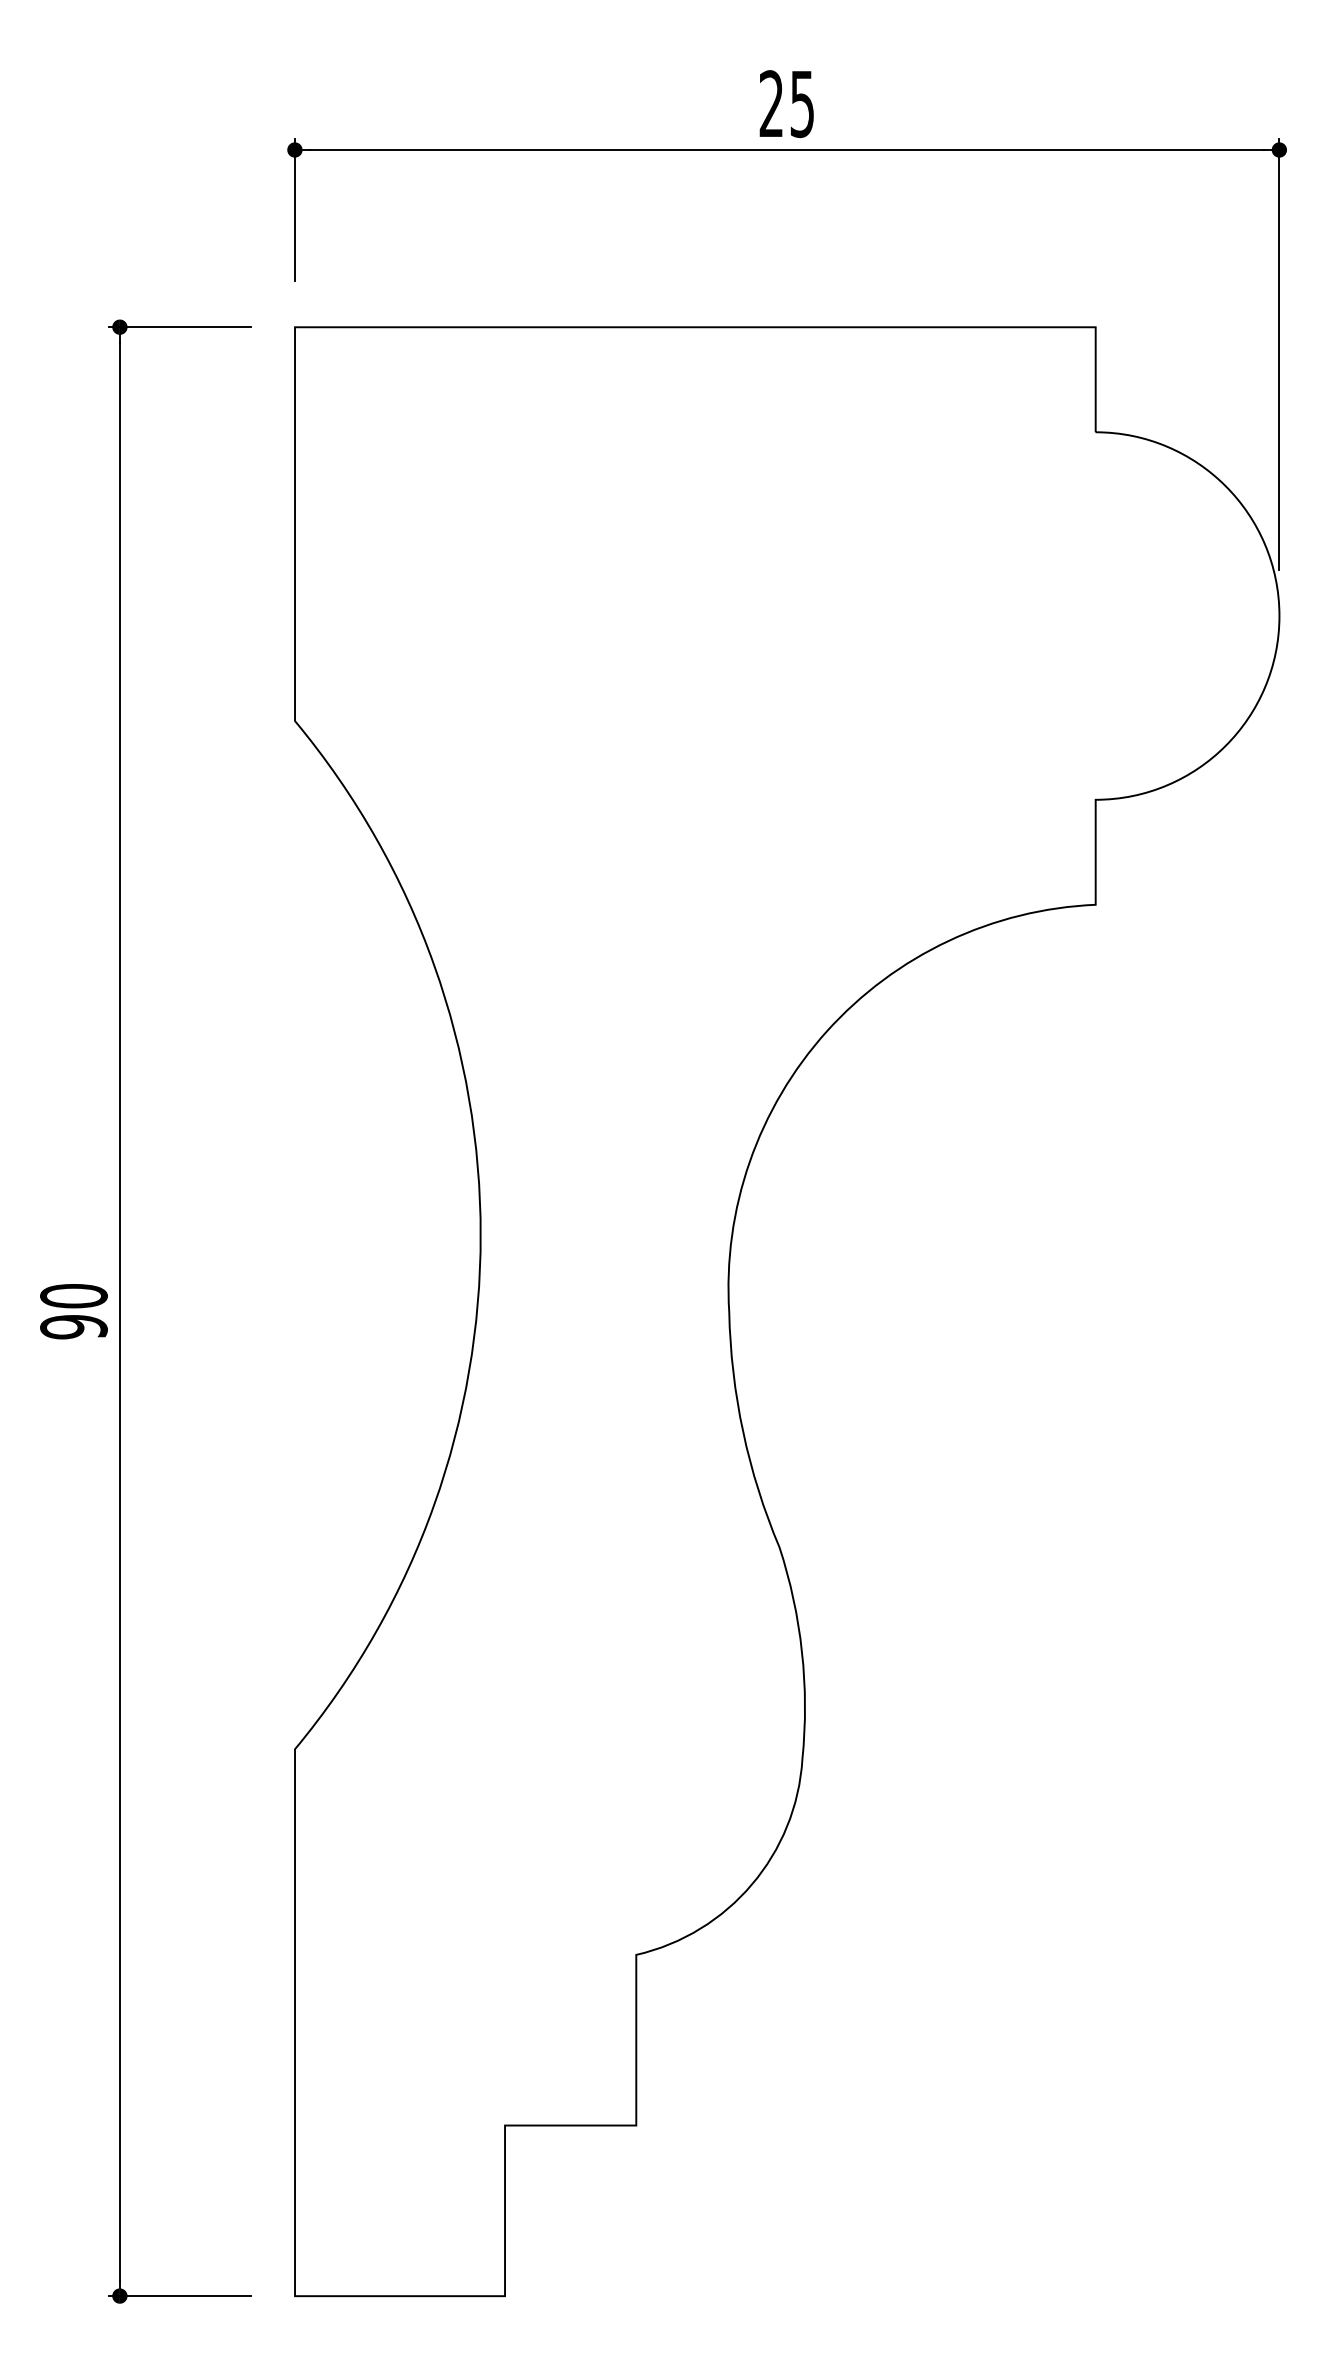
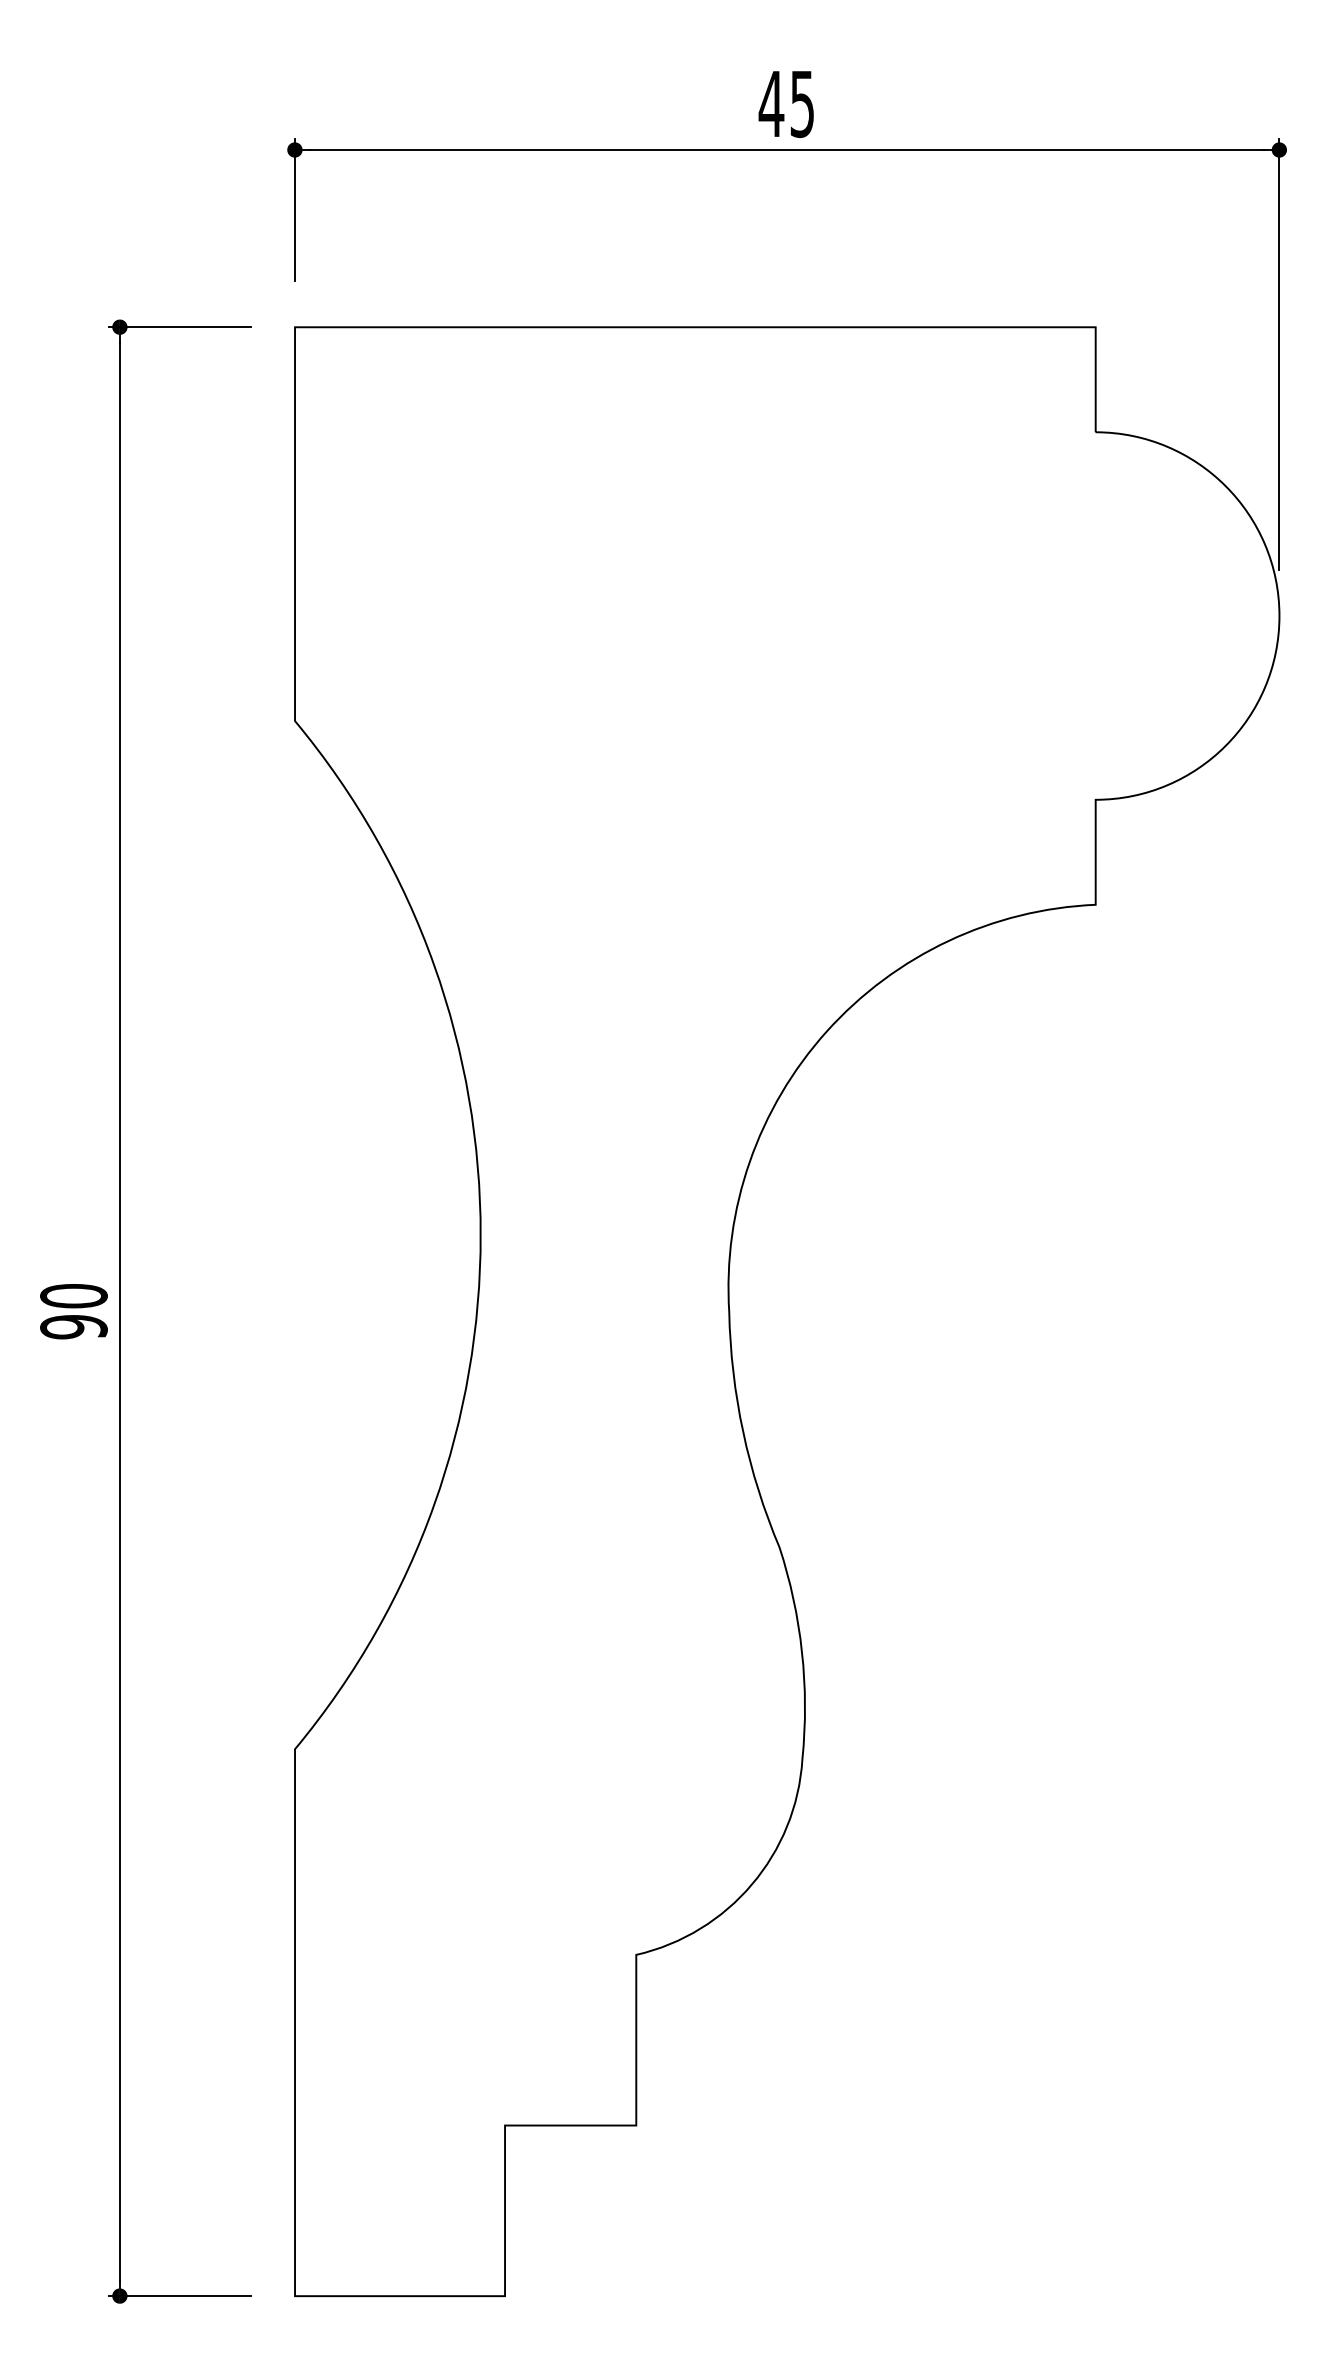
text at (771, 103): 25 -> 45
